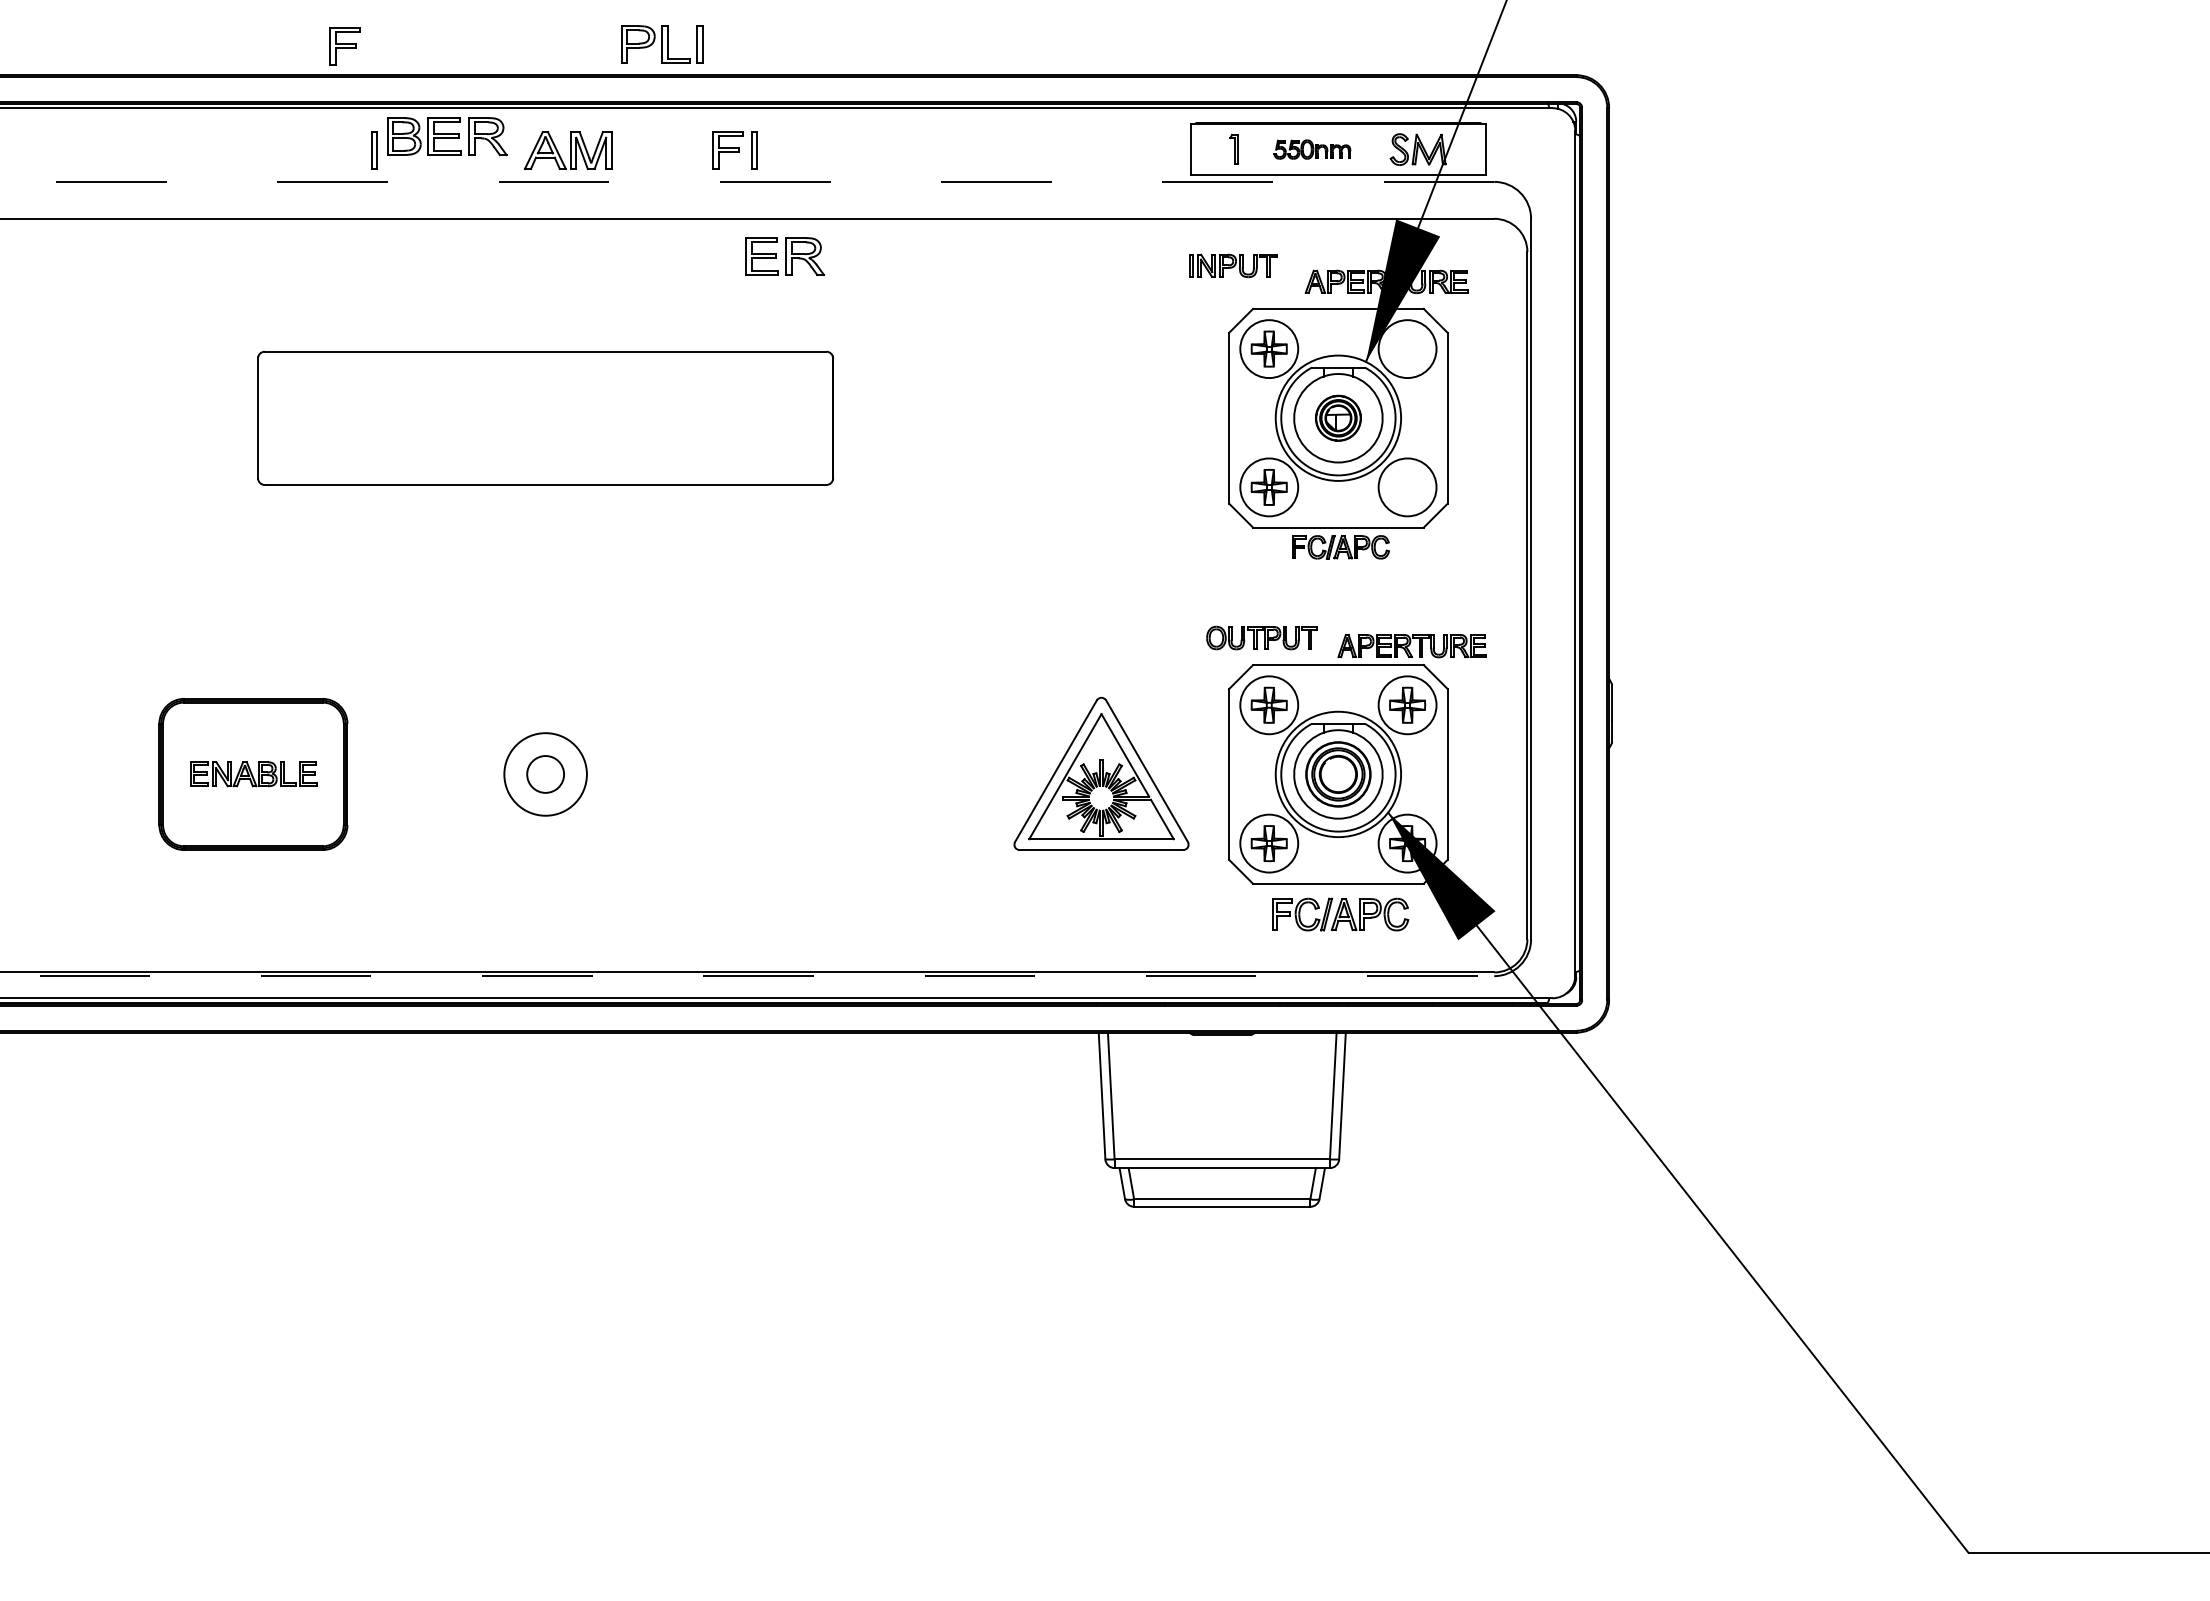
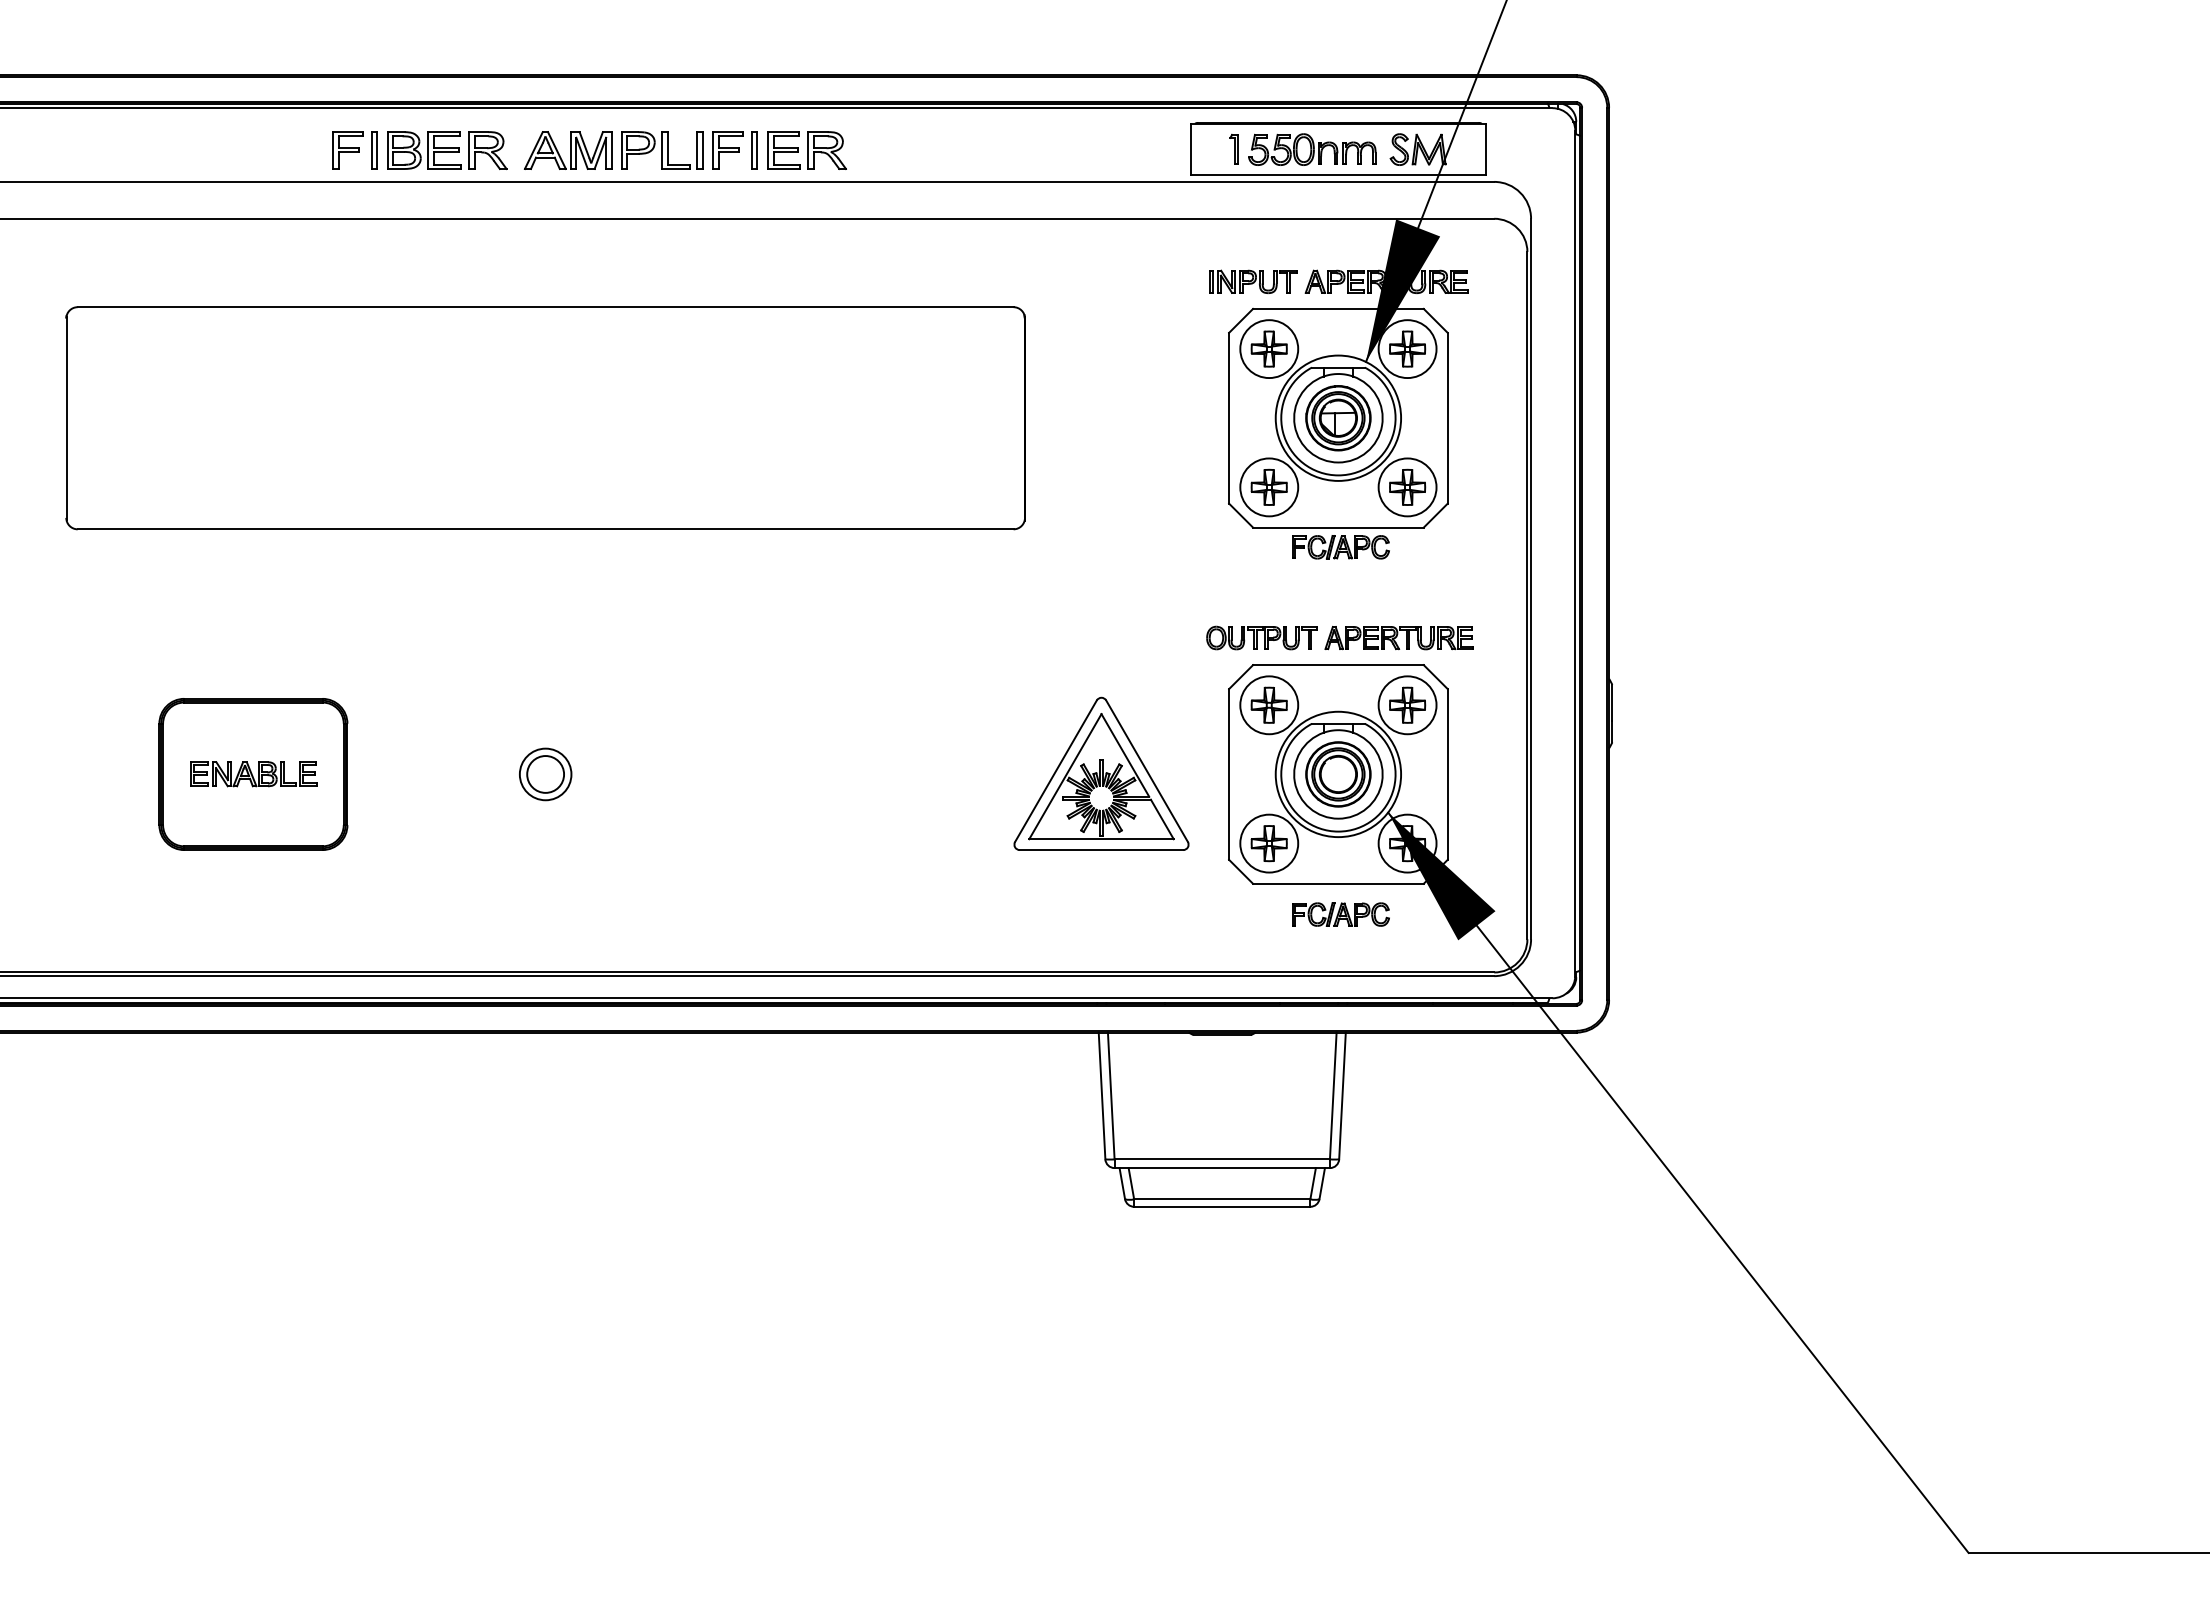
part at (662, 44) position: (662, 44) -> (662, 150)
part at (344, 46) position: (344, 46) -> (347, 150)
part at (447, 136) position: (447, 136) -> (447, 150)
part at (1312, 149) size: 79x21 px -> 129x33 px
line at (747, 181): dashed -> solid
part at (784, 256) position: (784, 256) -> (806, 150)
part at (1233, 265) position: (1233, 265) -> (1253, 281)
part at (1407, 348): none -> present
part at (545, 417) size: 577x136 px -> 961x225 px
part at (1338, 417) size: 47x48 px -> 67x67 px
part at (1407, 486): none -> present
part at (1411, 646) position: (1411, 646) -> (1398, 638)
circle at (545, 774) diameter: 83 px -> 52 px
part at (1340, 914) size: 138x35 px -> 98x25 px
line at (747, 976): dashed -> solid
